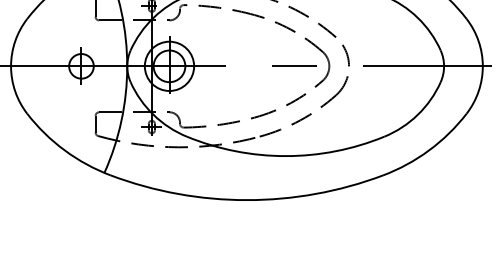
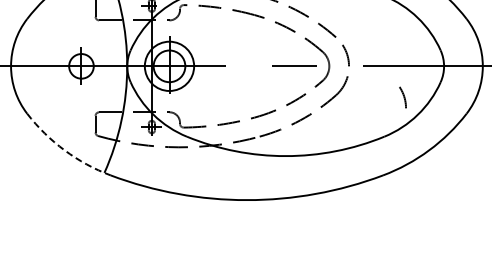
arc at (403, 97): none -> present
arc at (64, 150): solid -> dashed
